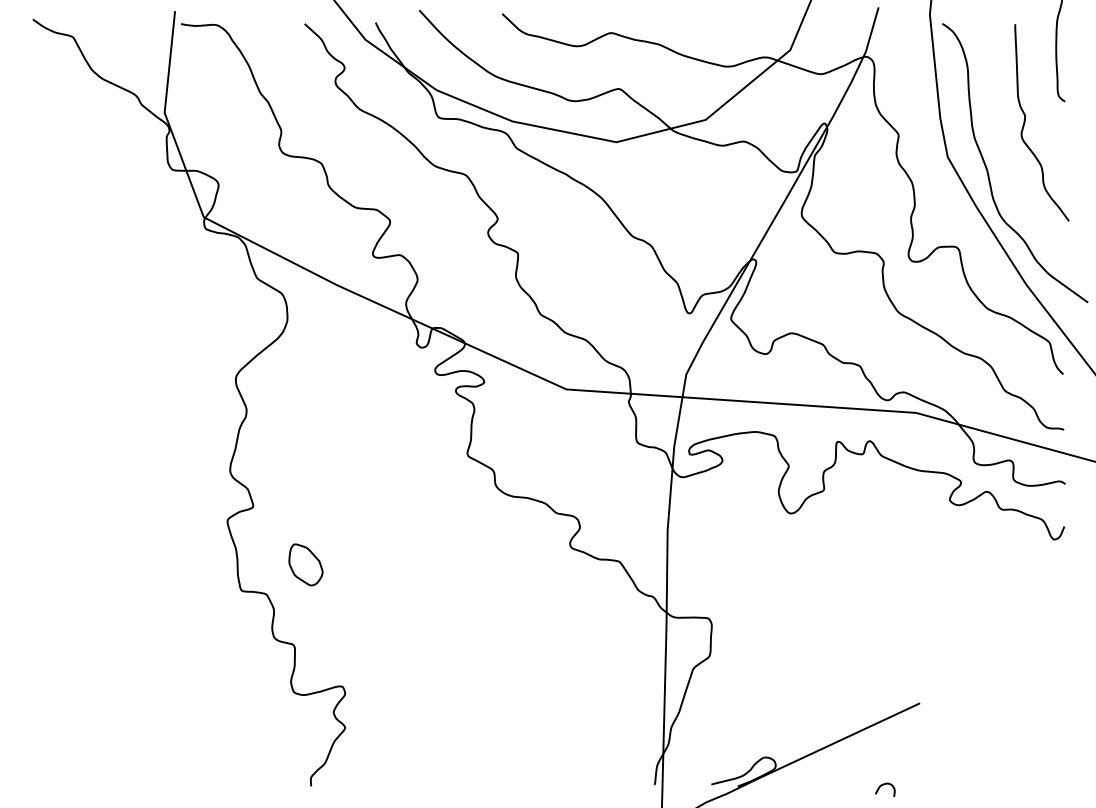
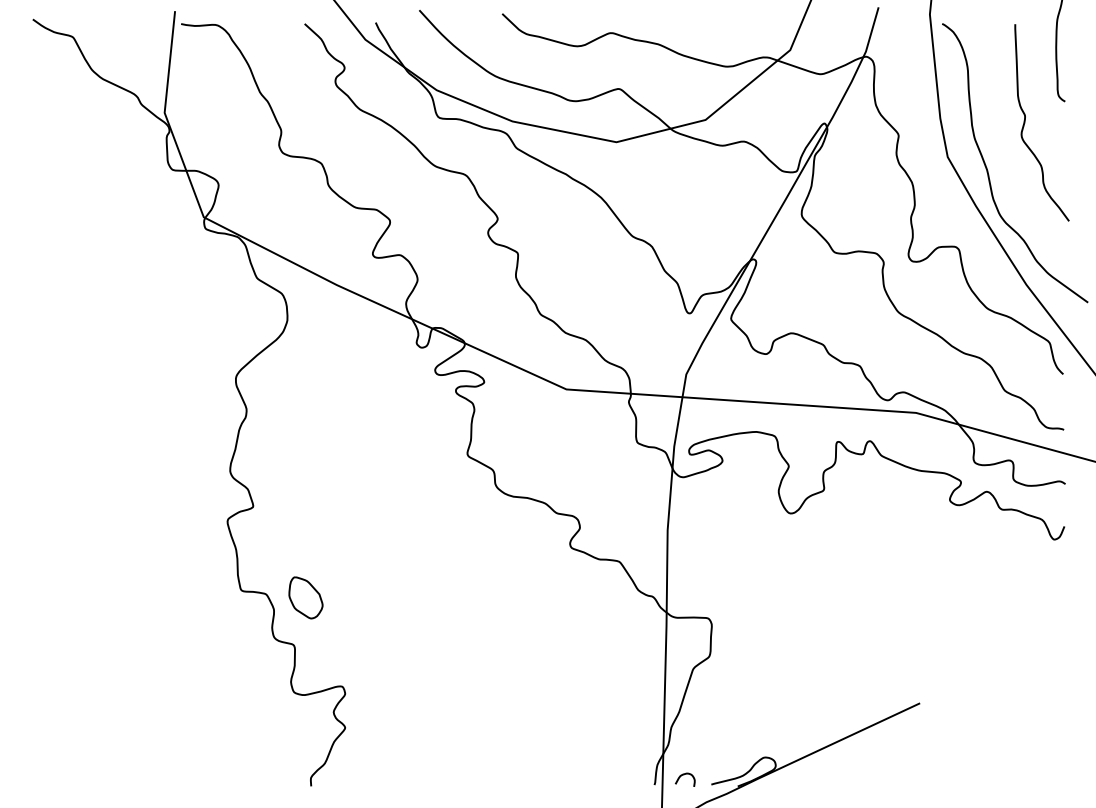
part at (305, 564) position: (305, 564) -> (305, 597)
curve at (884, 785) position: (884, 785) -> (684, 775)
